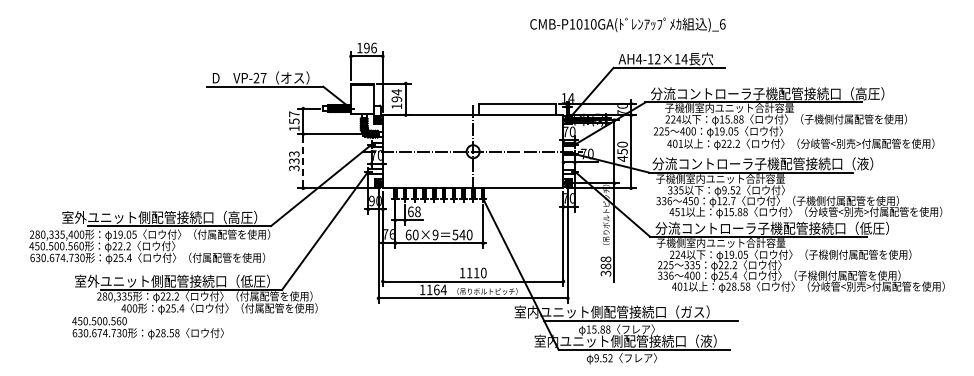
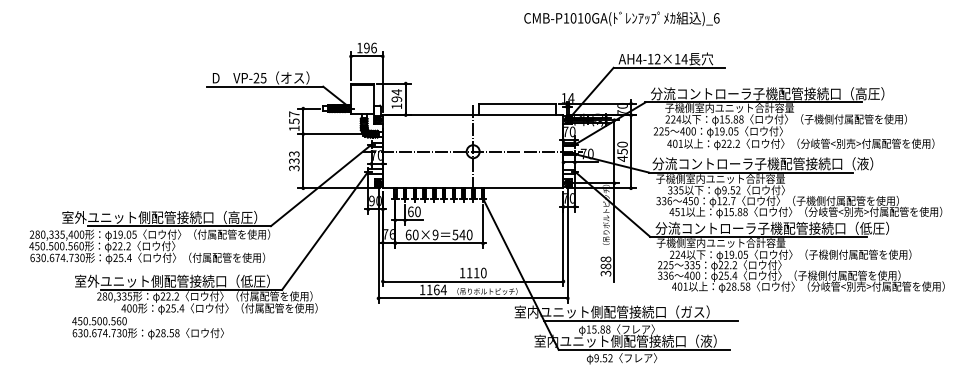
text at (627, 24) position: (627, 24) -> (621, 18)
text at (263, 78): VP-27 -> VP-25
line at (303, 161): dashed -> solid
text at (417, 211): 68 -> 60
